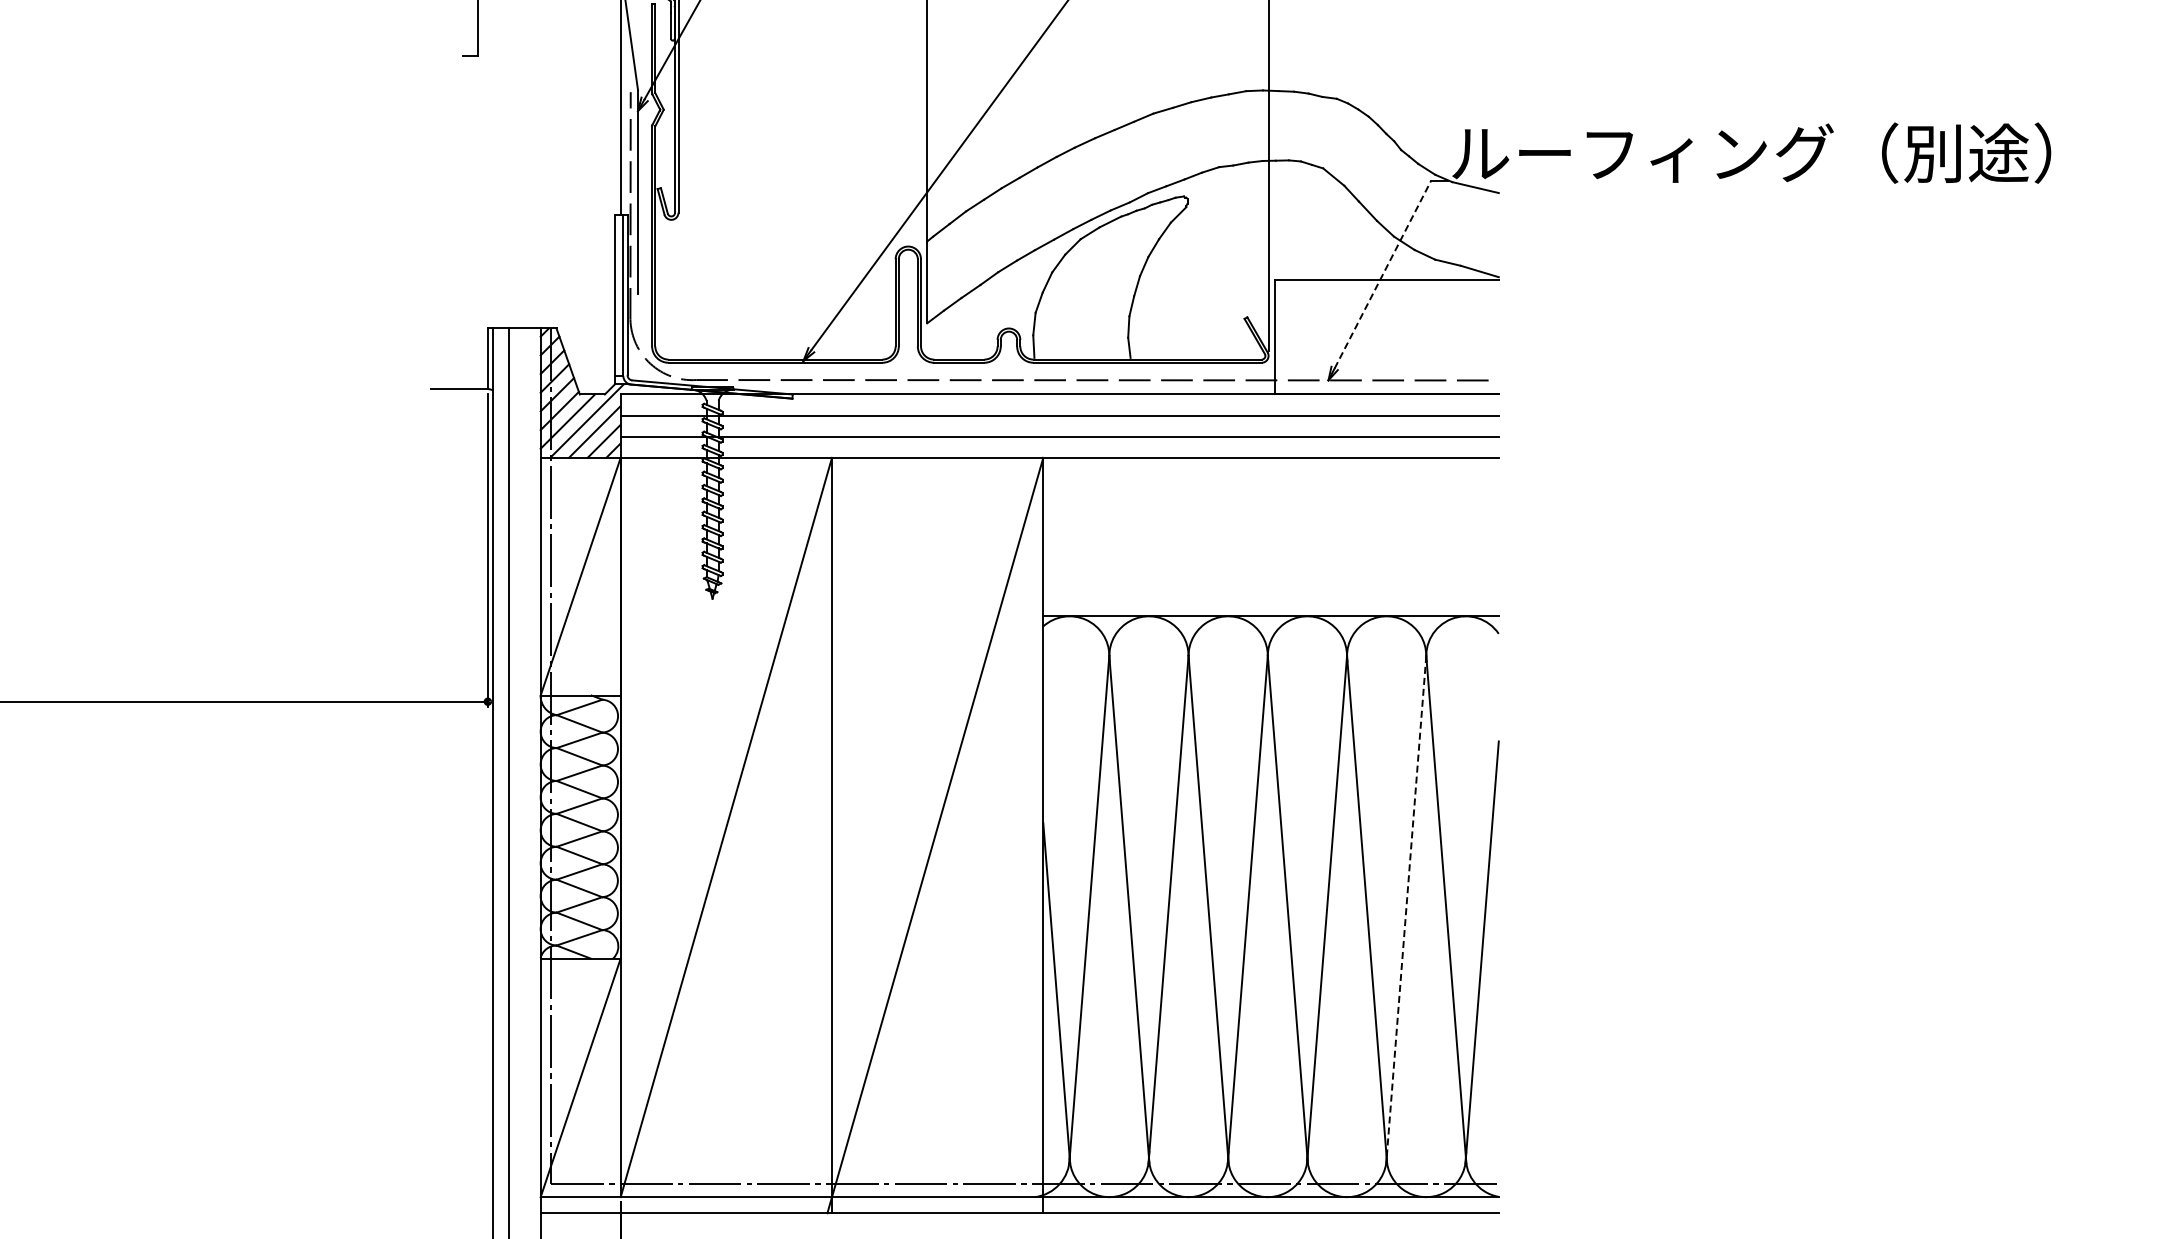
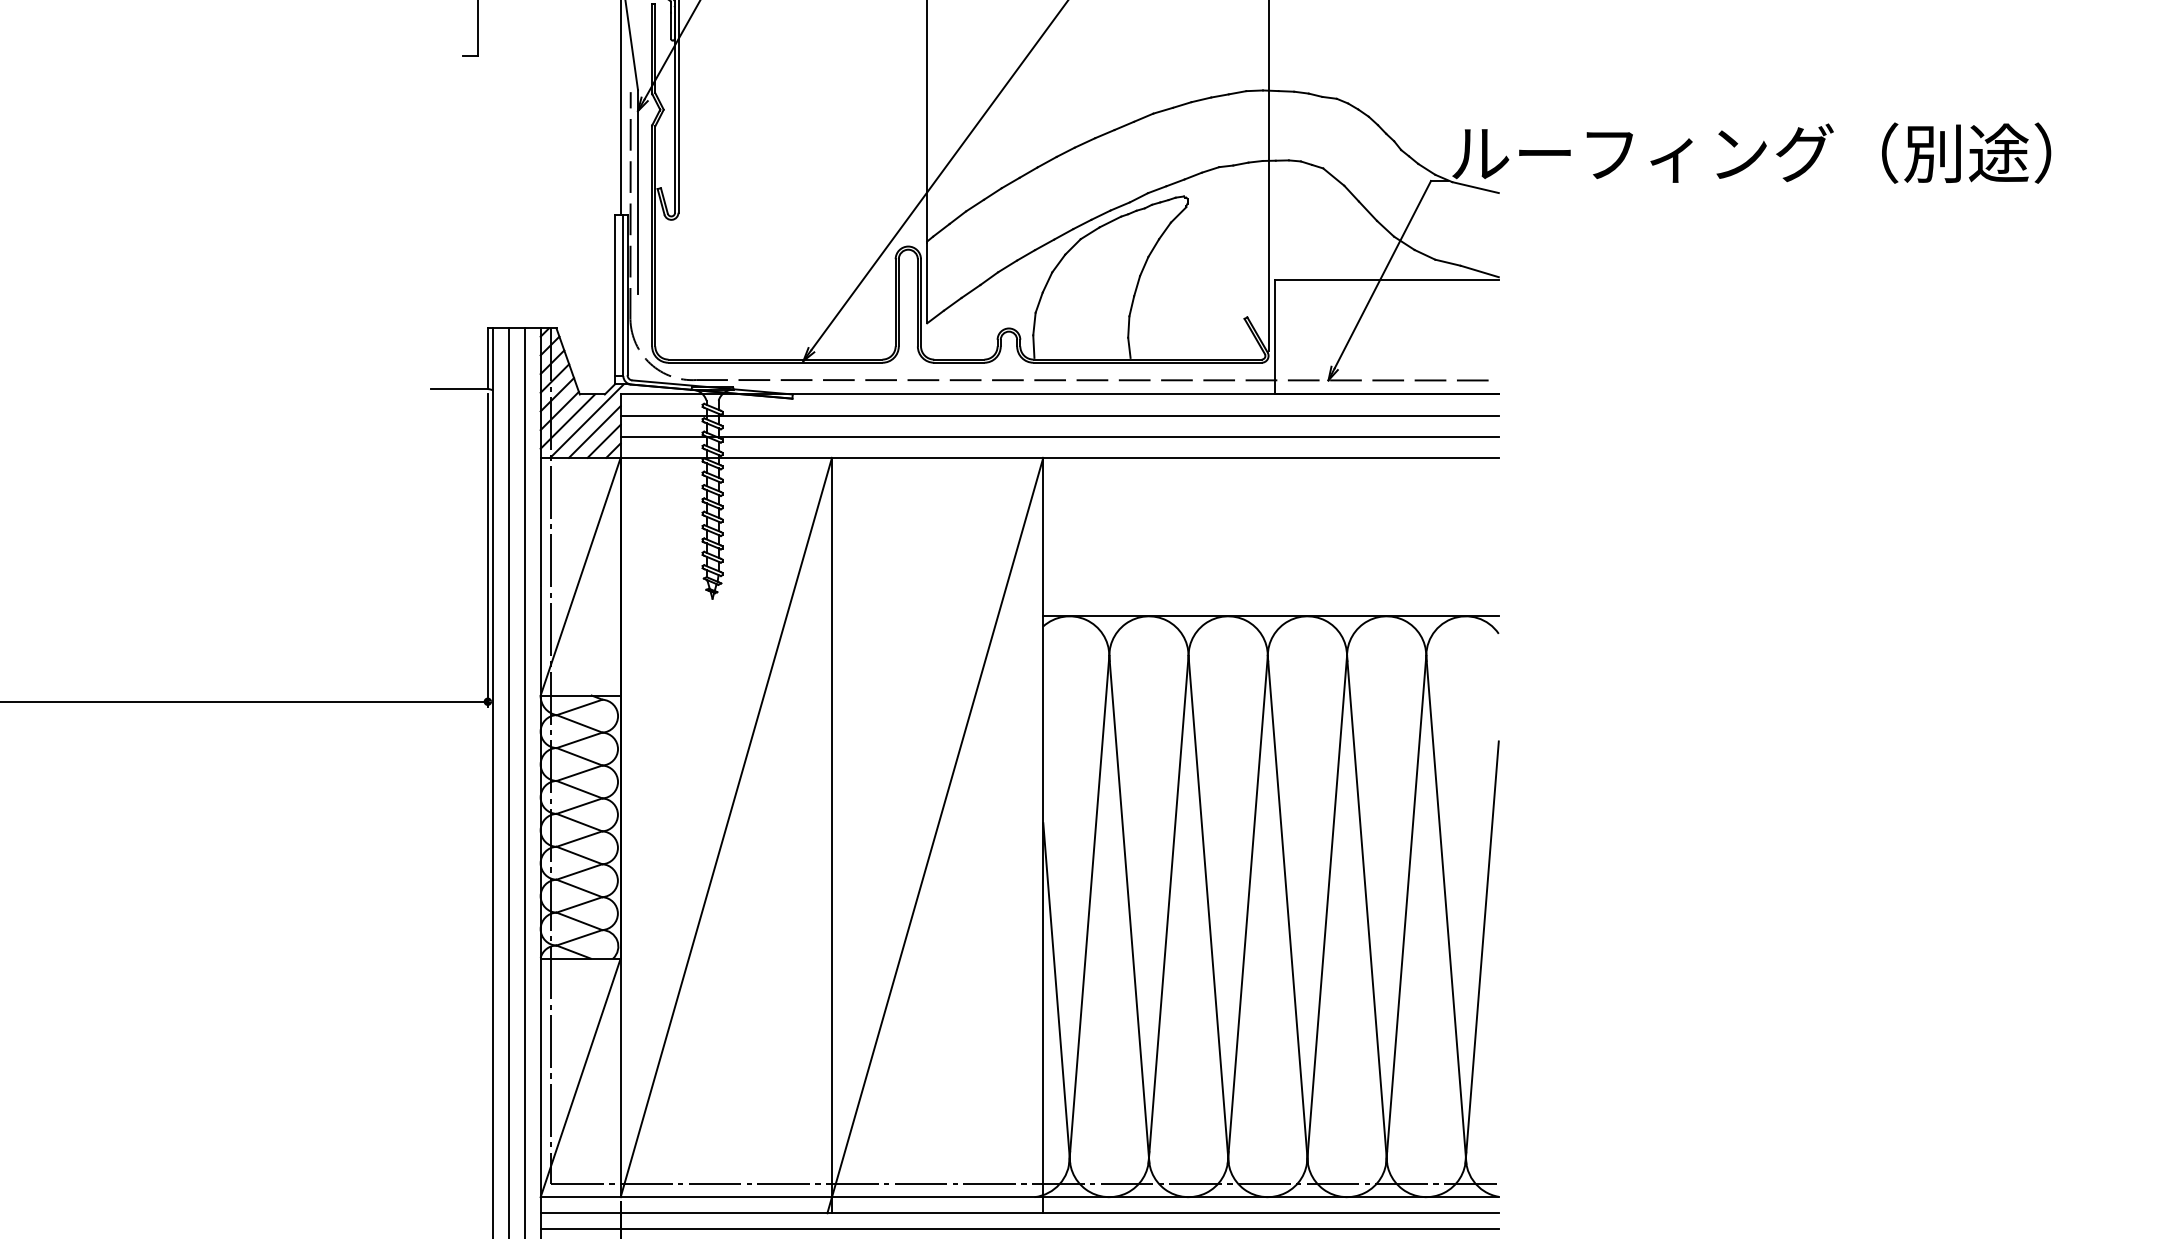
line at (1383, 274): dashed -> solid
line at (524, 781): none -> present
line at (1406, 909): dashed -> solid
line at (1019, 1229): none -> present
